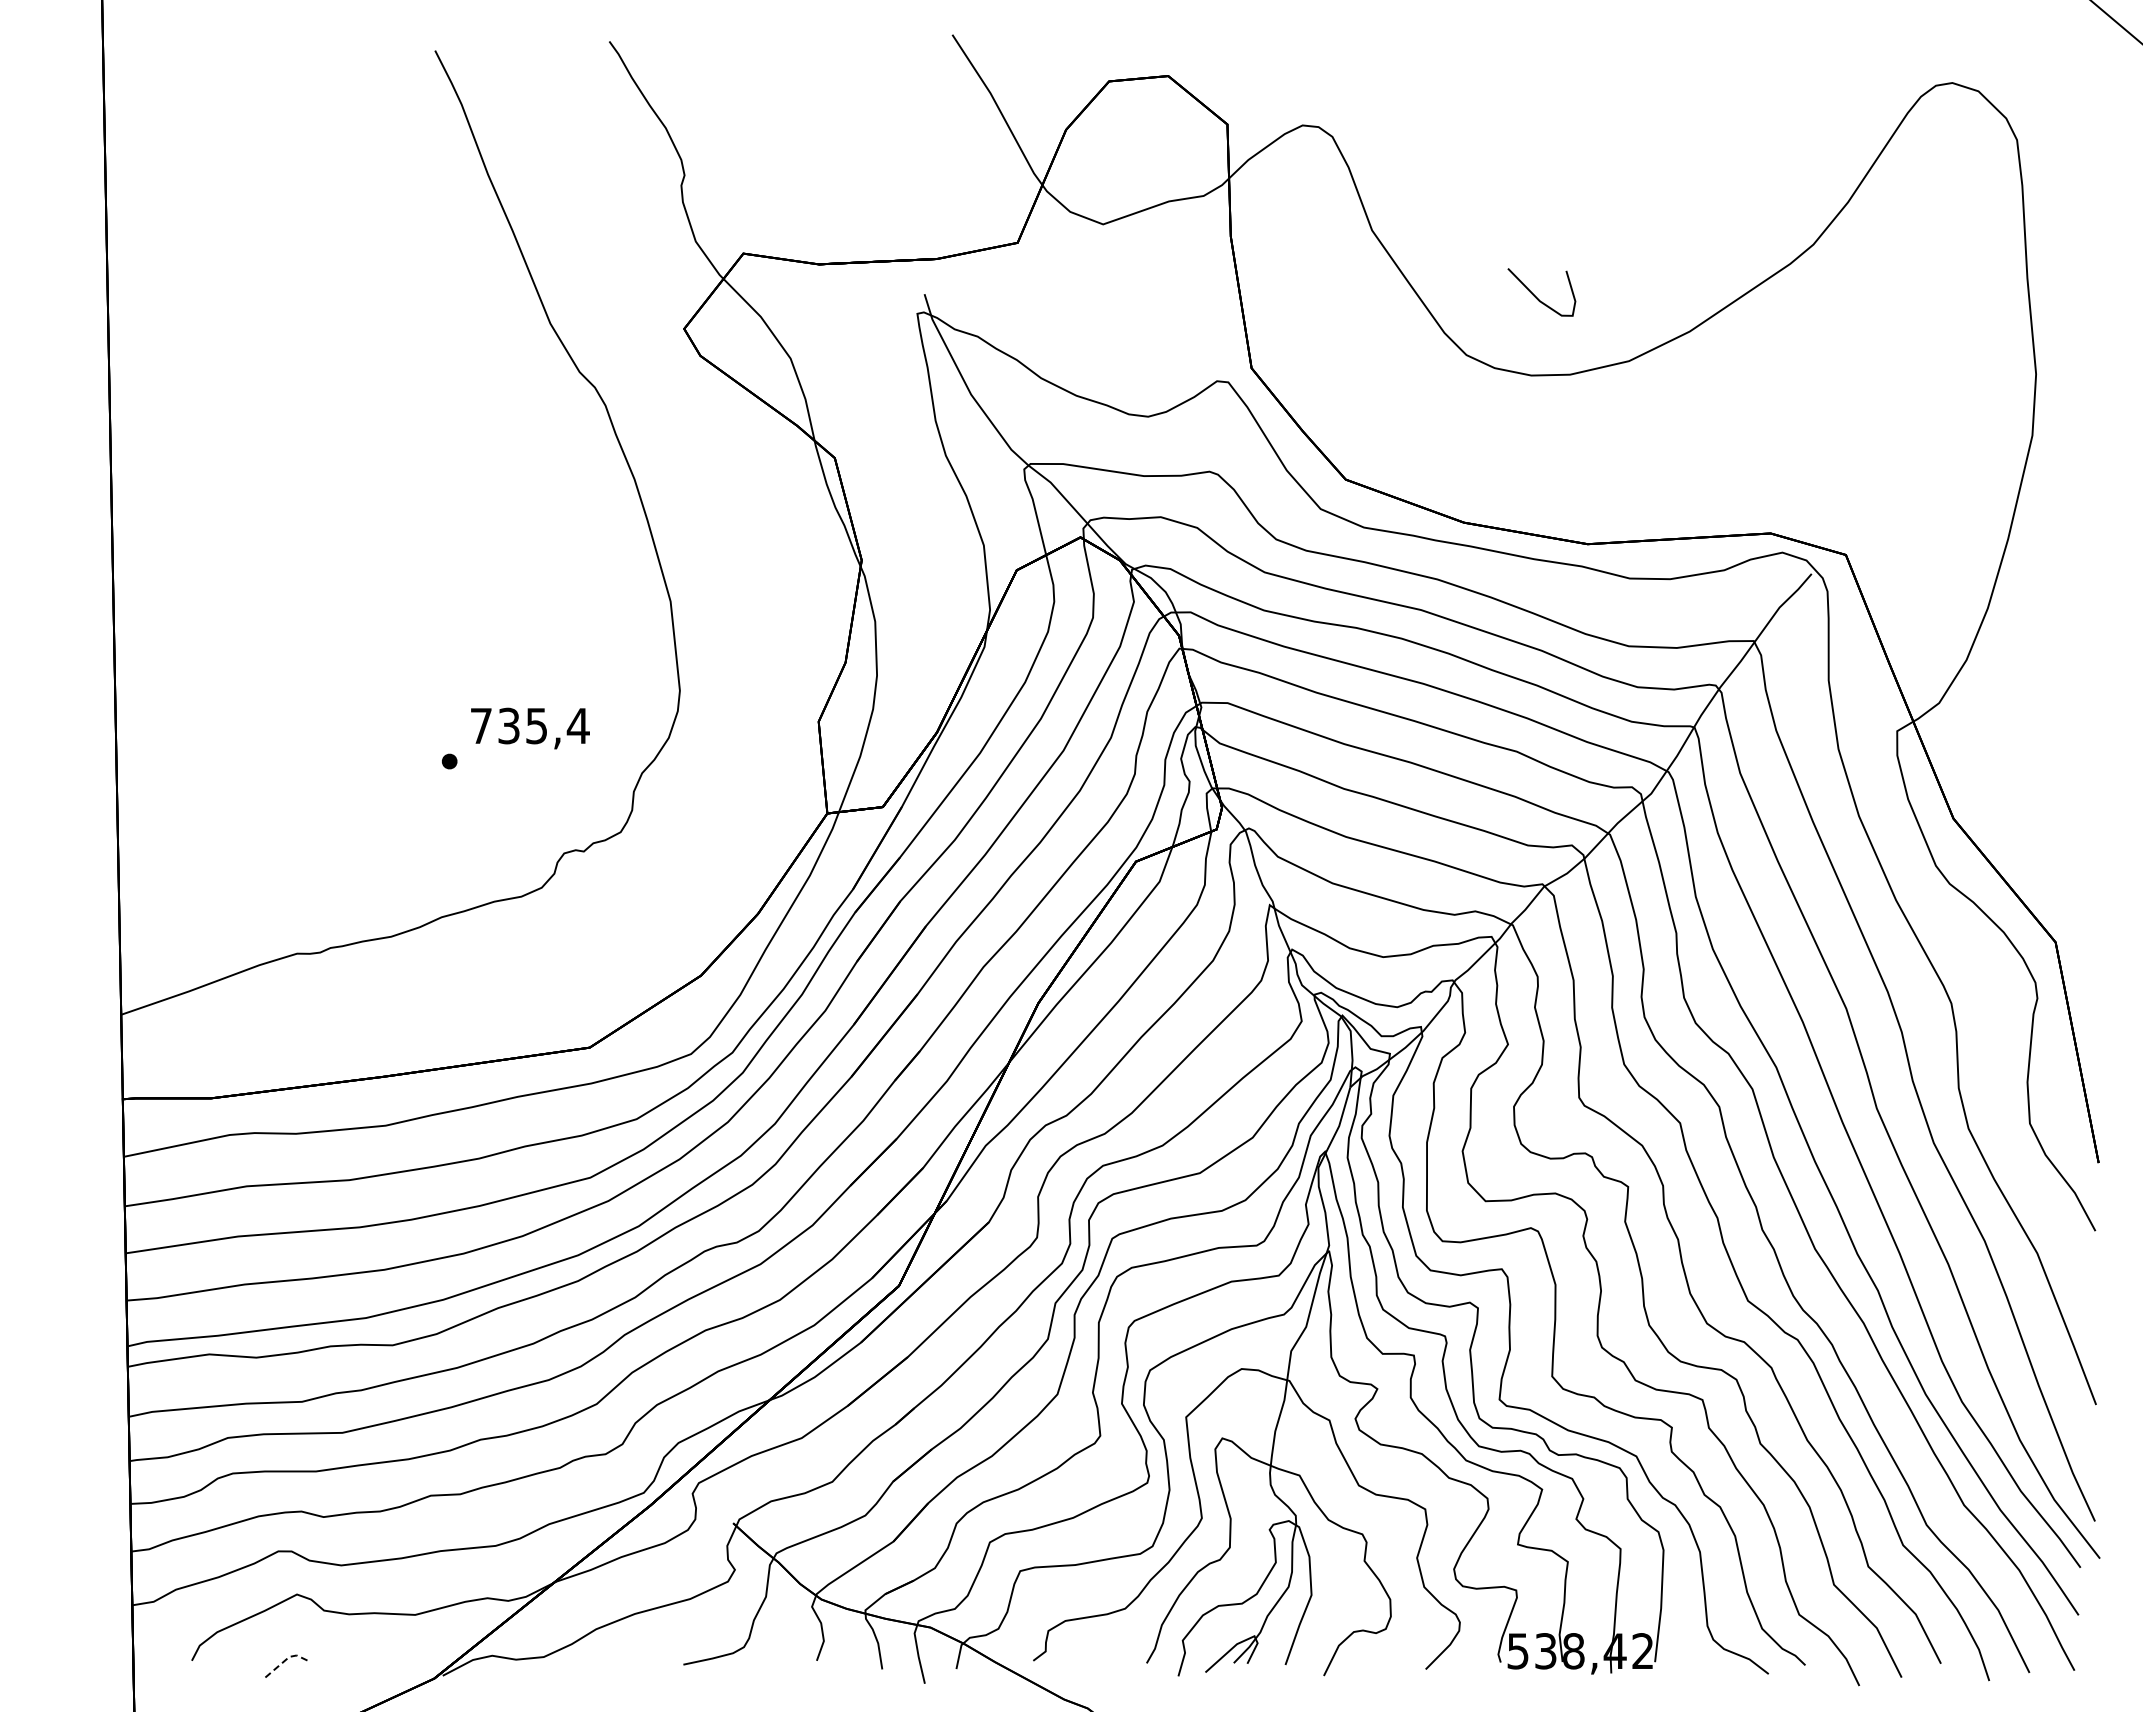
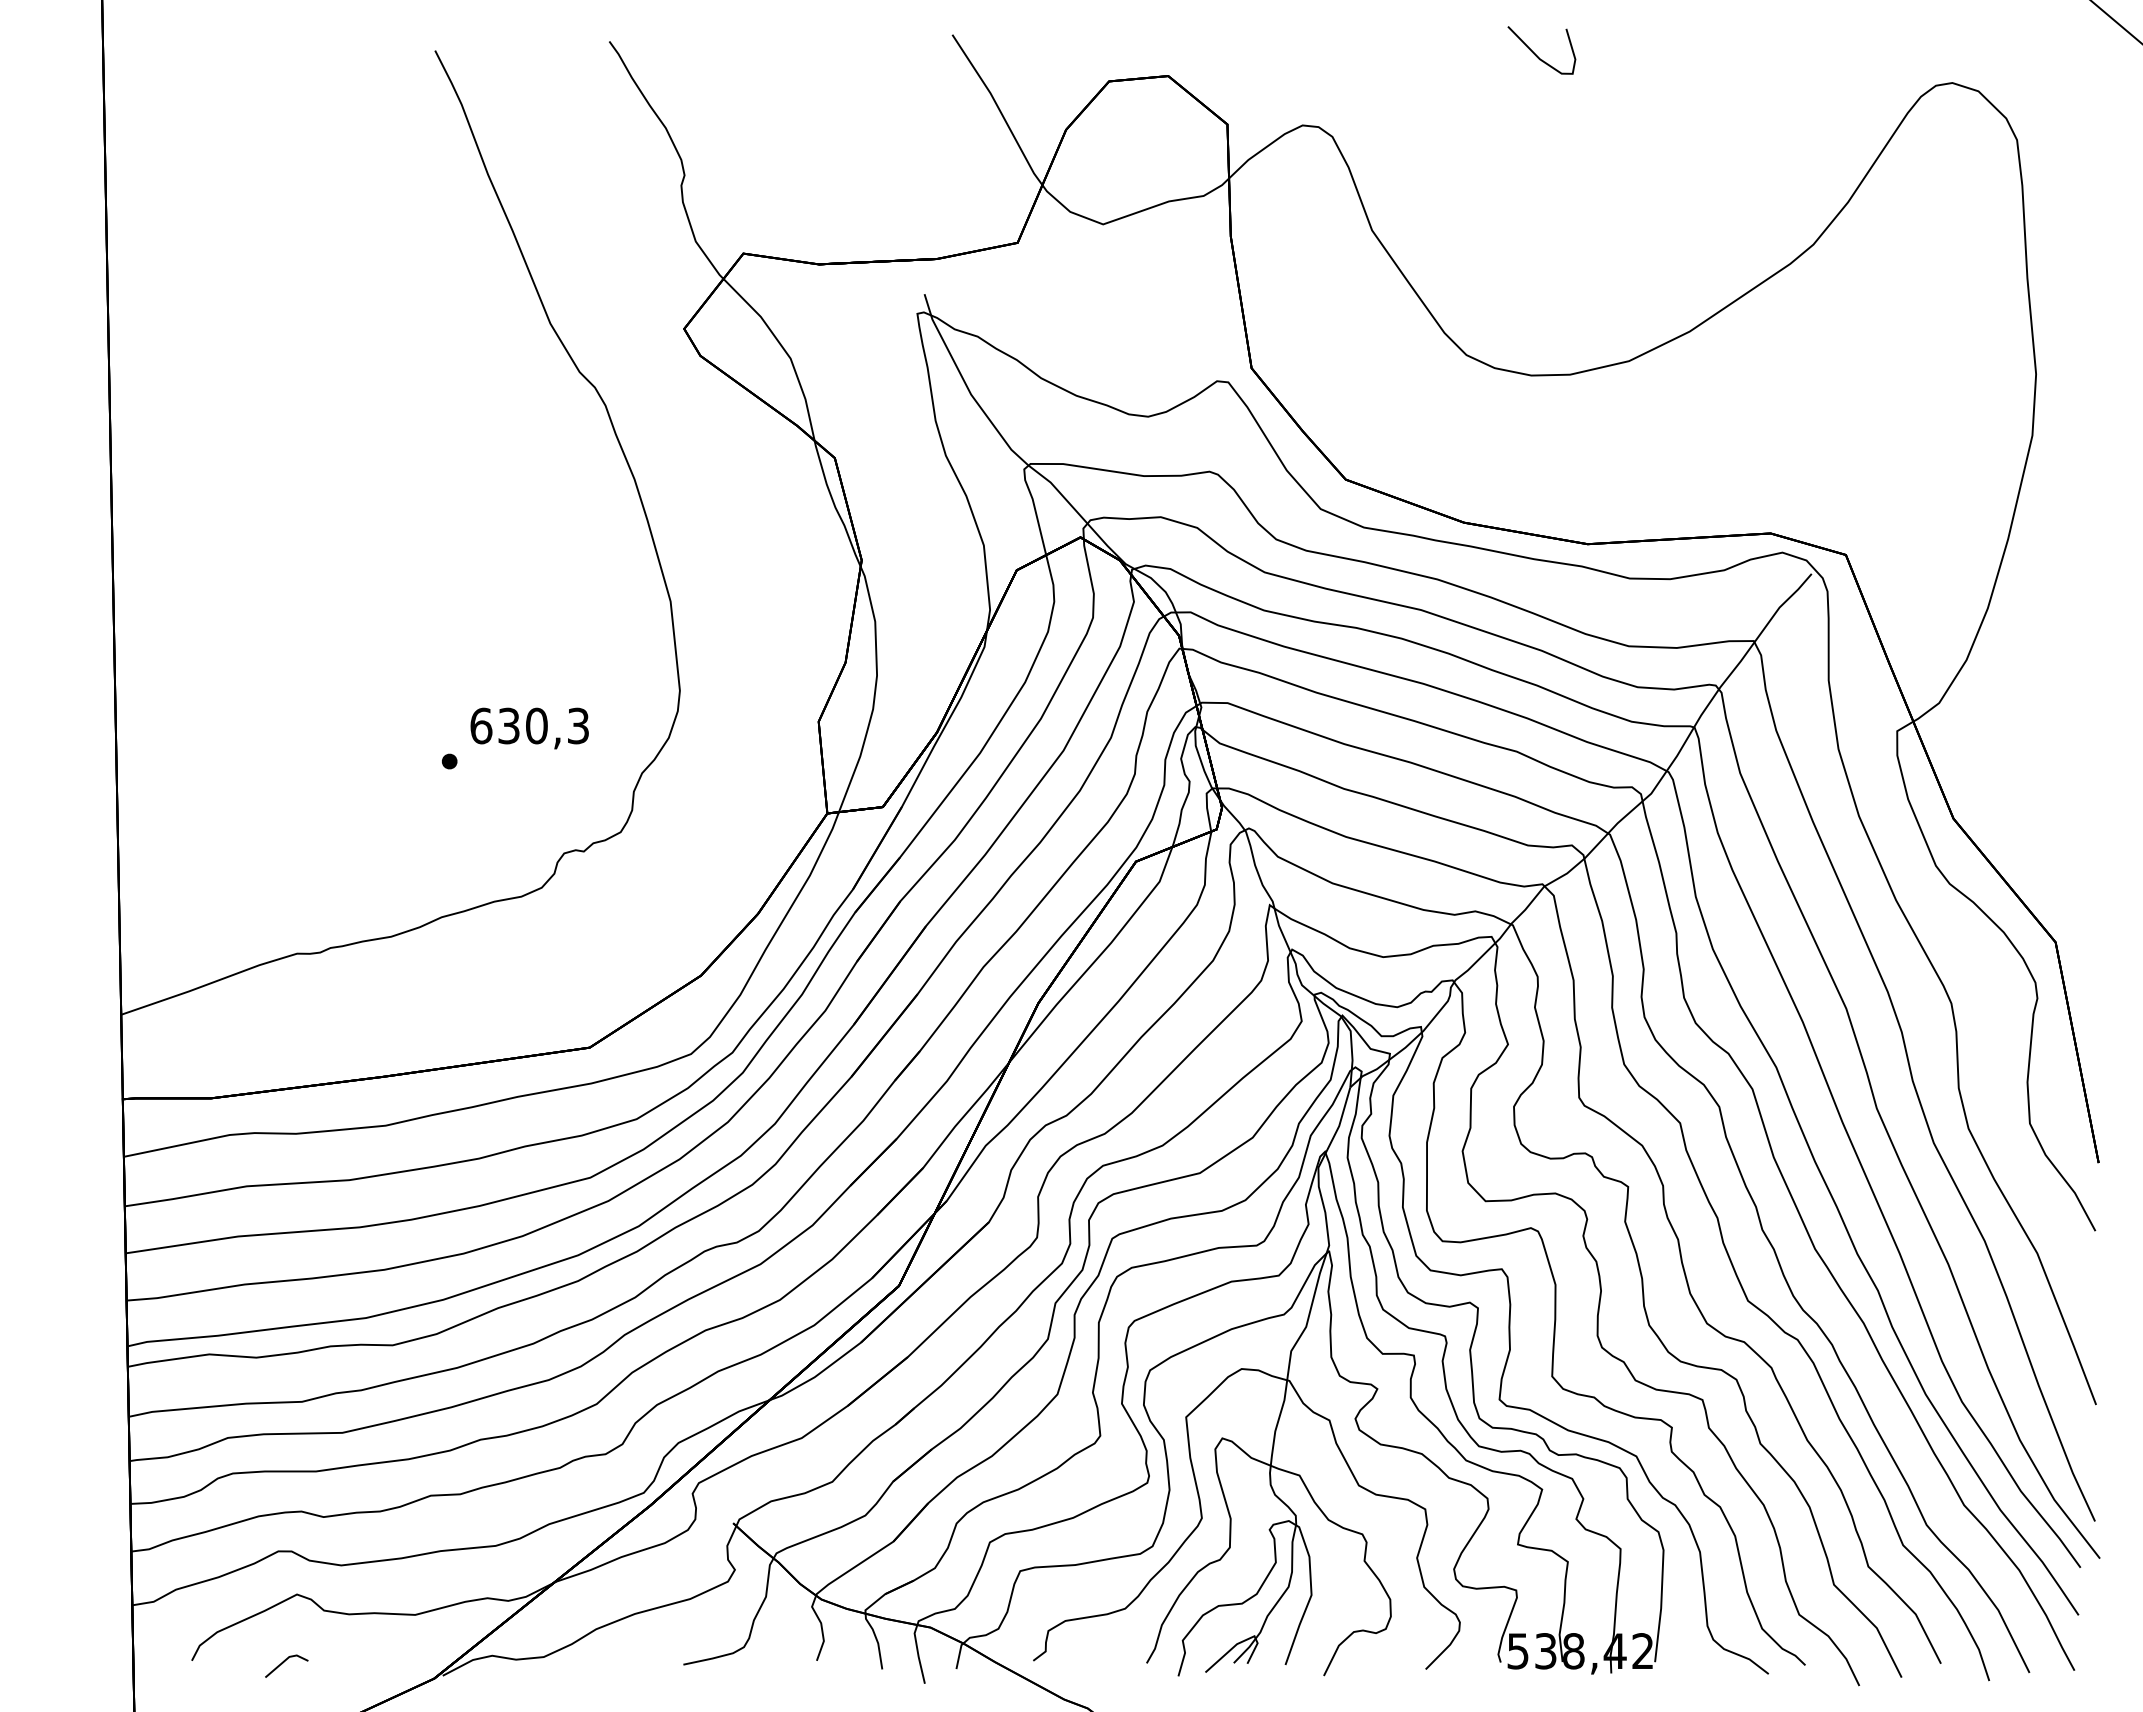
curve at (1536, 296) position: (1536, 296) -> (1536, 54)
text at (529, 725): 735,4 -> 630,3
line at (286, 1659): dashed -> solid
